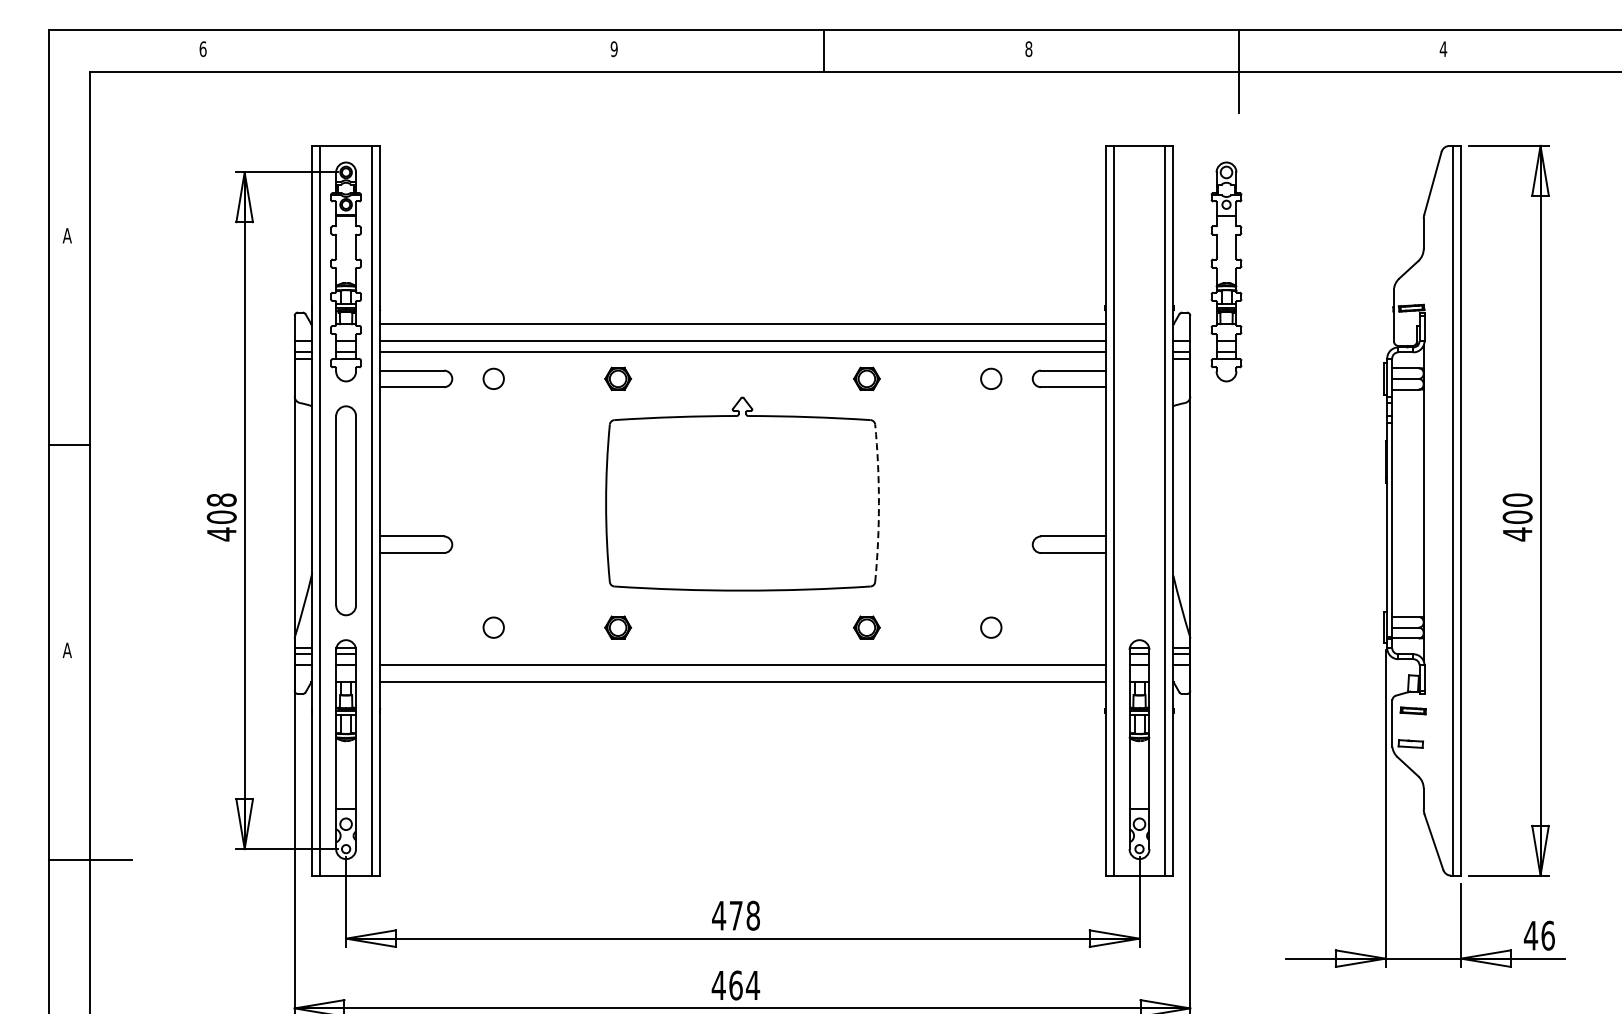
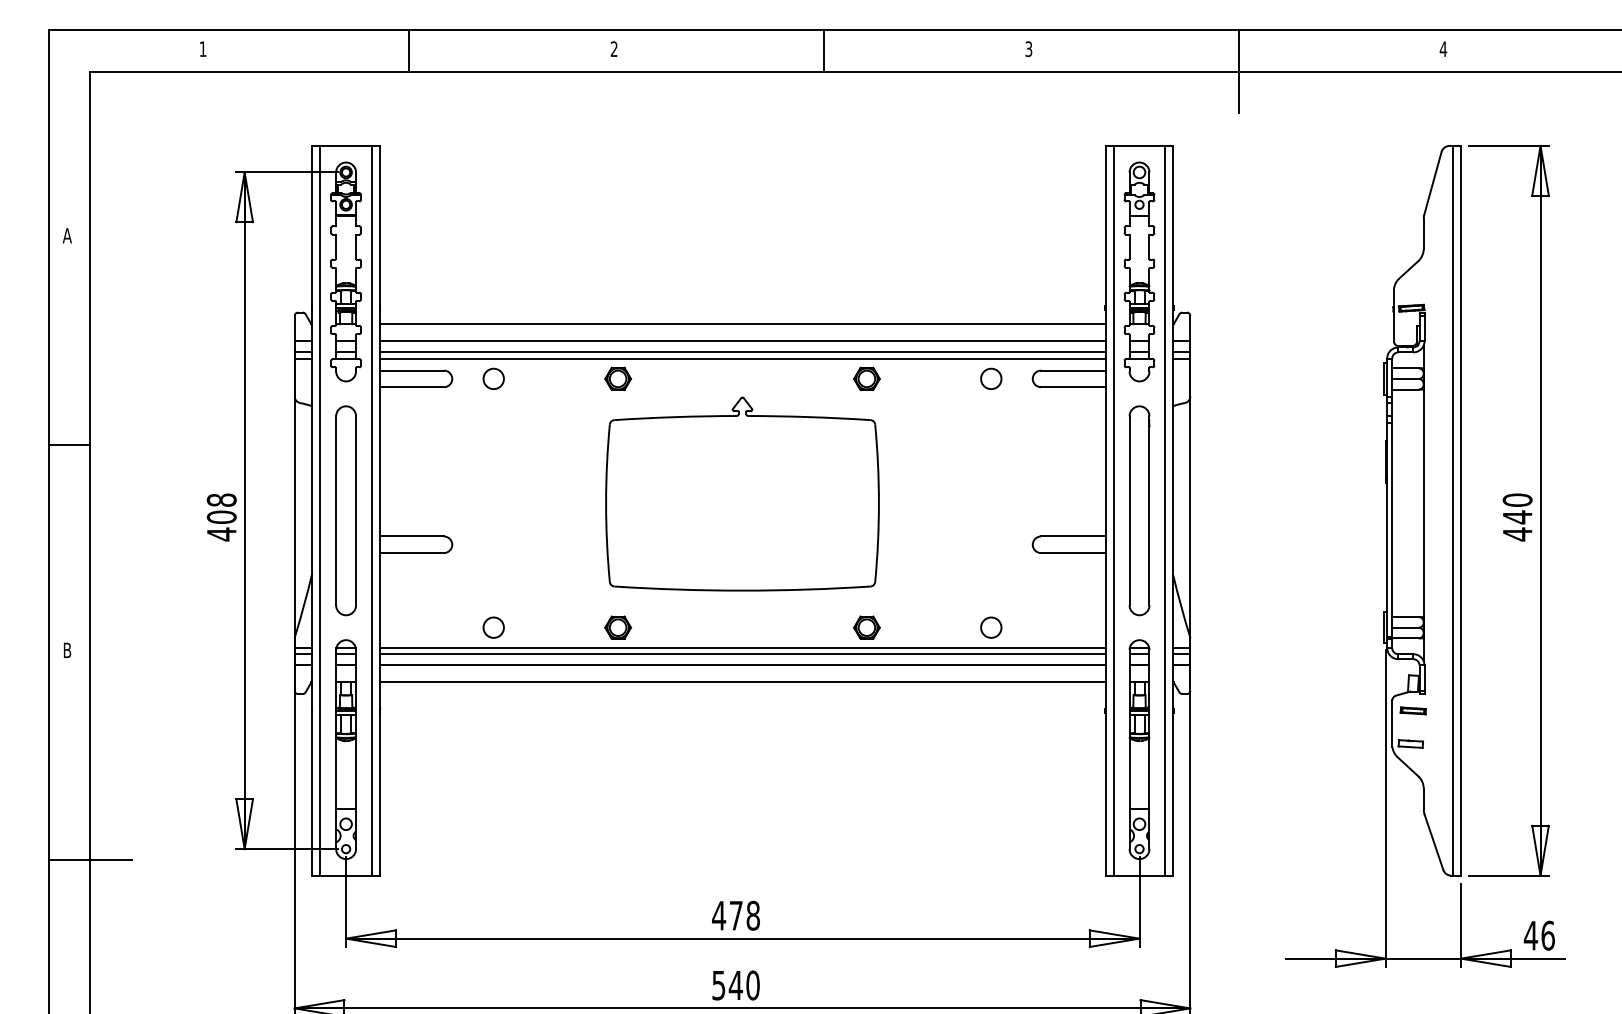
text at (202, 49): 6 -> 1
text at (613, 49): 9 -> 2
text at (1028, 49): 8 -> 3
line at (409, 50): none -> present
part at (1226, 271) position: (1226, 271) -> (1139, 271)
line at (742, 358): none -> present
arc at (878, 503): dashed -> solid
part at (1139, 510): none -> present
text at (1517, 517): 400 -> 440
line at (742, 648): none -> present
text at (66, 649): A -> B
line at (742, 654): none -> present
text at (735, 985): 464 -> 540
